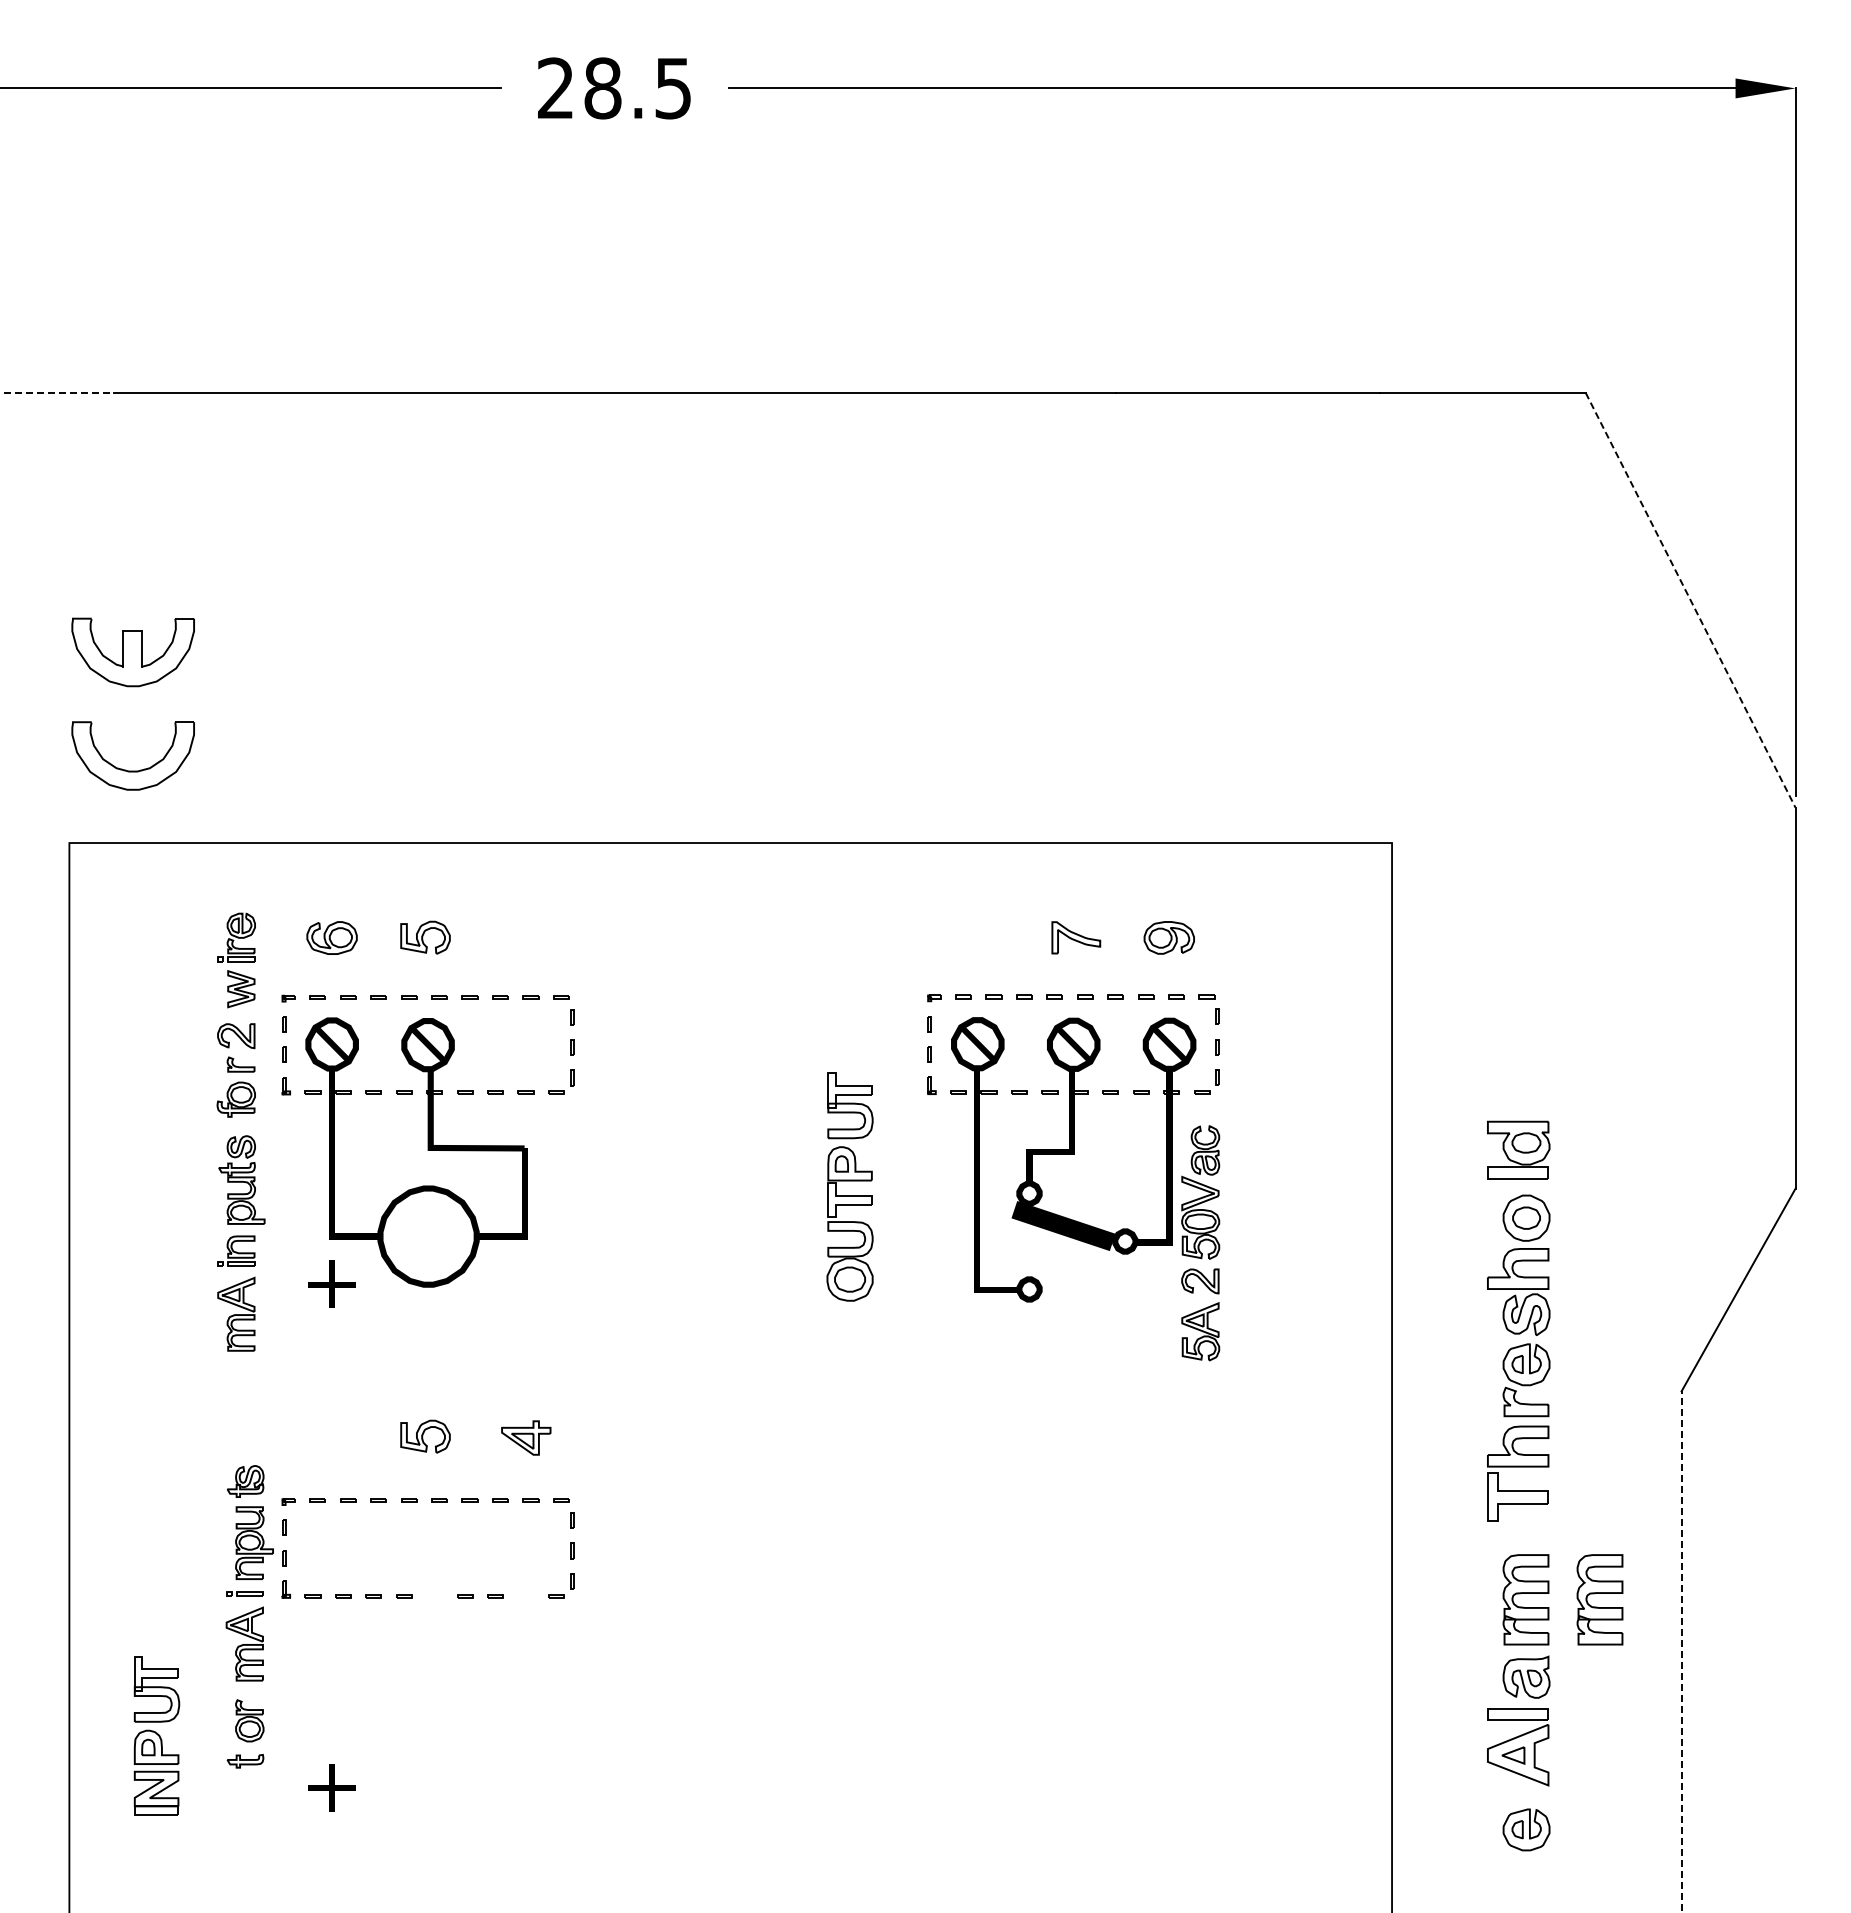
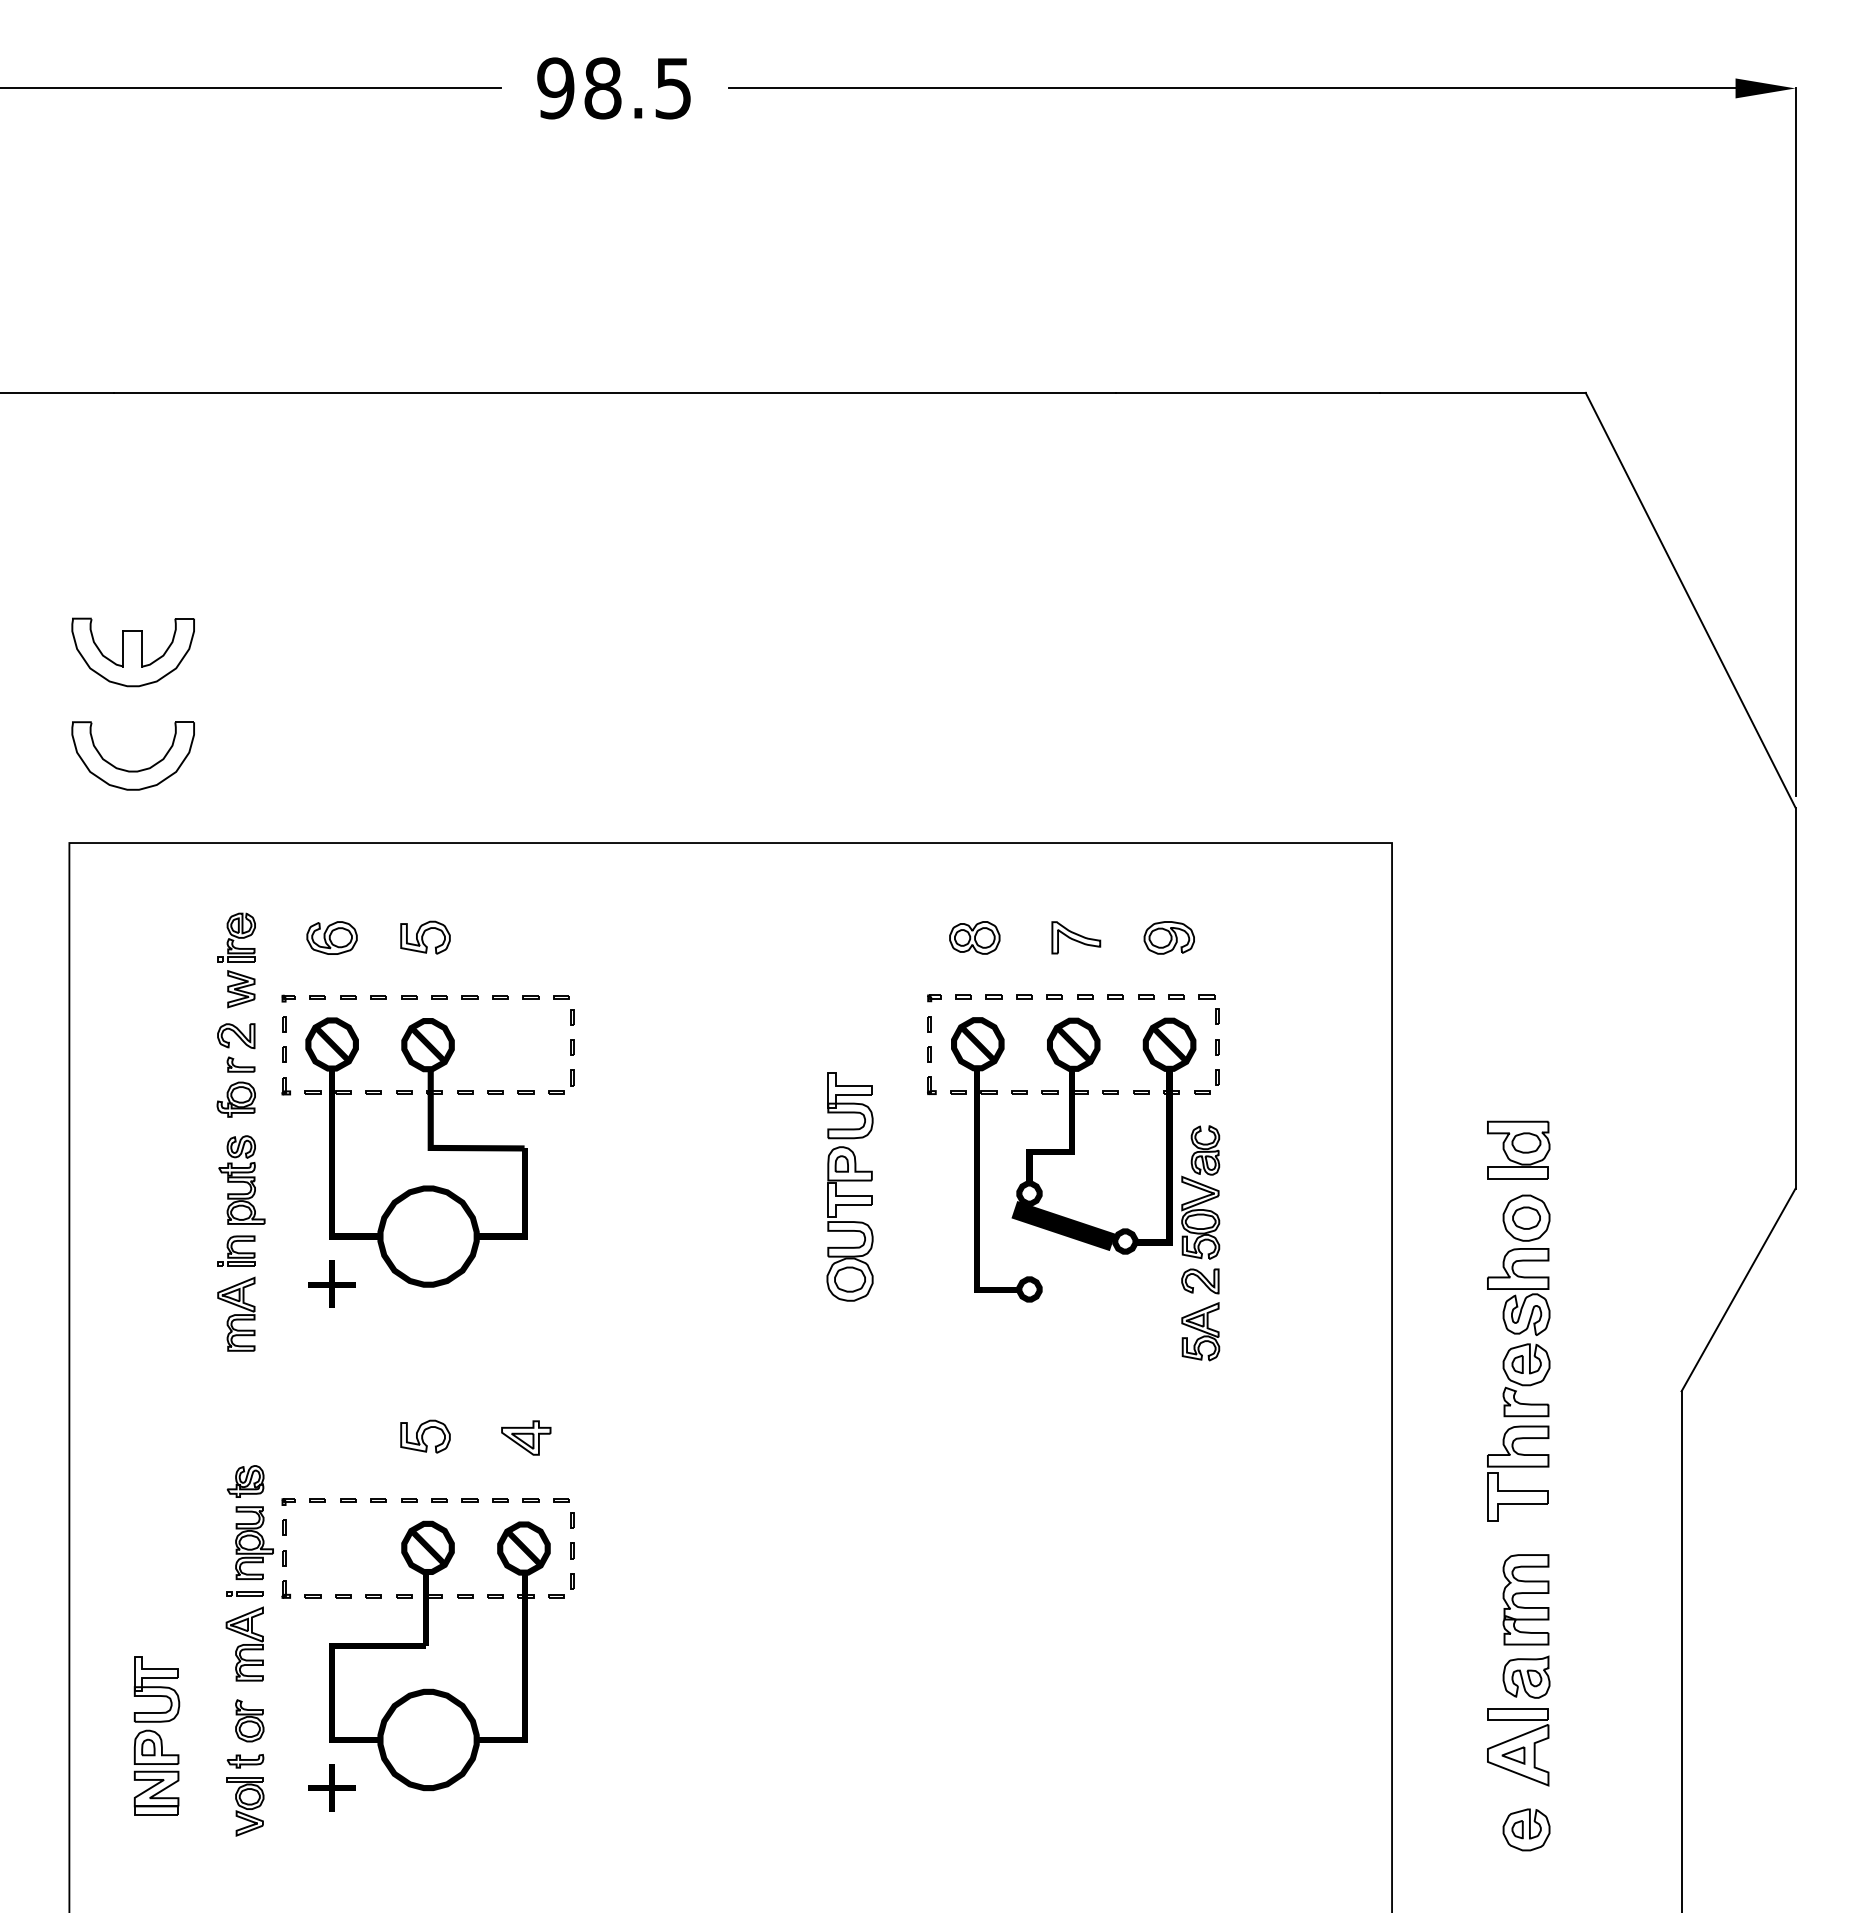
text at (555, 88): 28.5 -> 98.5
line at (57, 392): dashed -> solid
line at (1690, 600): dashed -> solid
part at (974, 937): none -> present
part at (1599, 1599): present -> none
part at (428, 1645): none -> present
line at (1681, 1651): dashed -> solid
part at (245, 1806): none -> present
